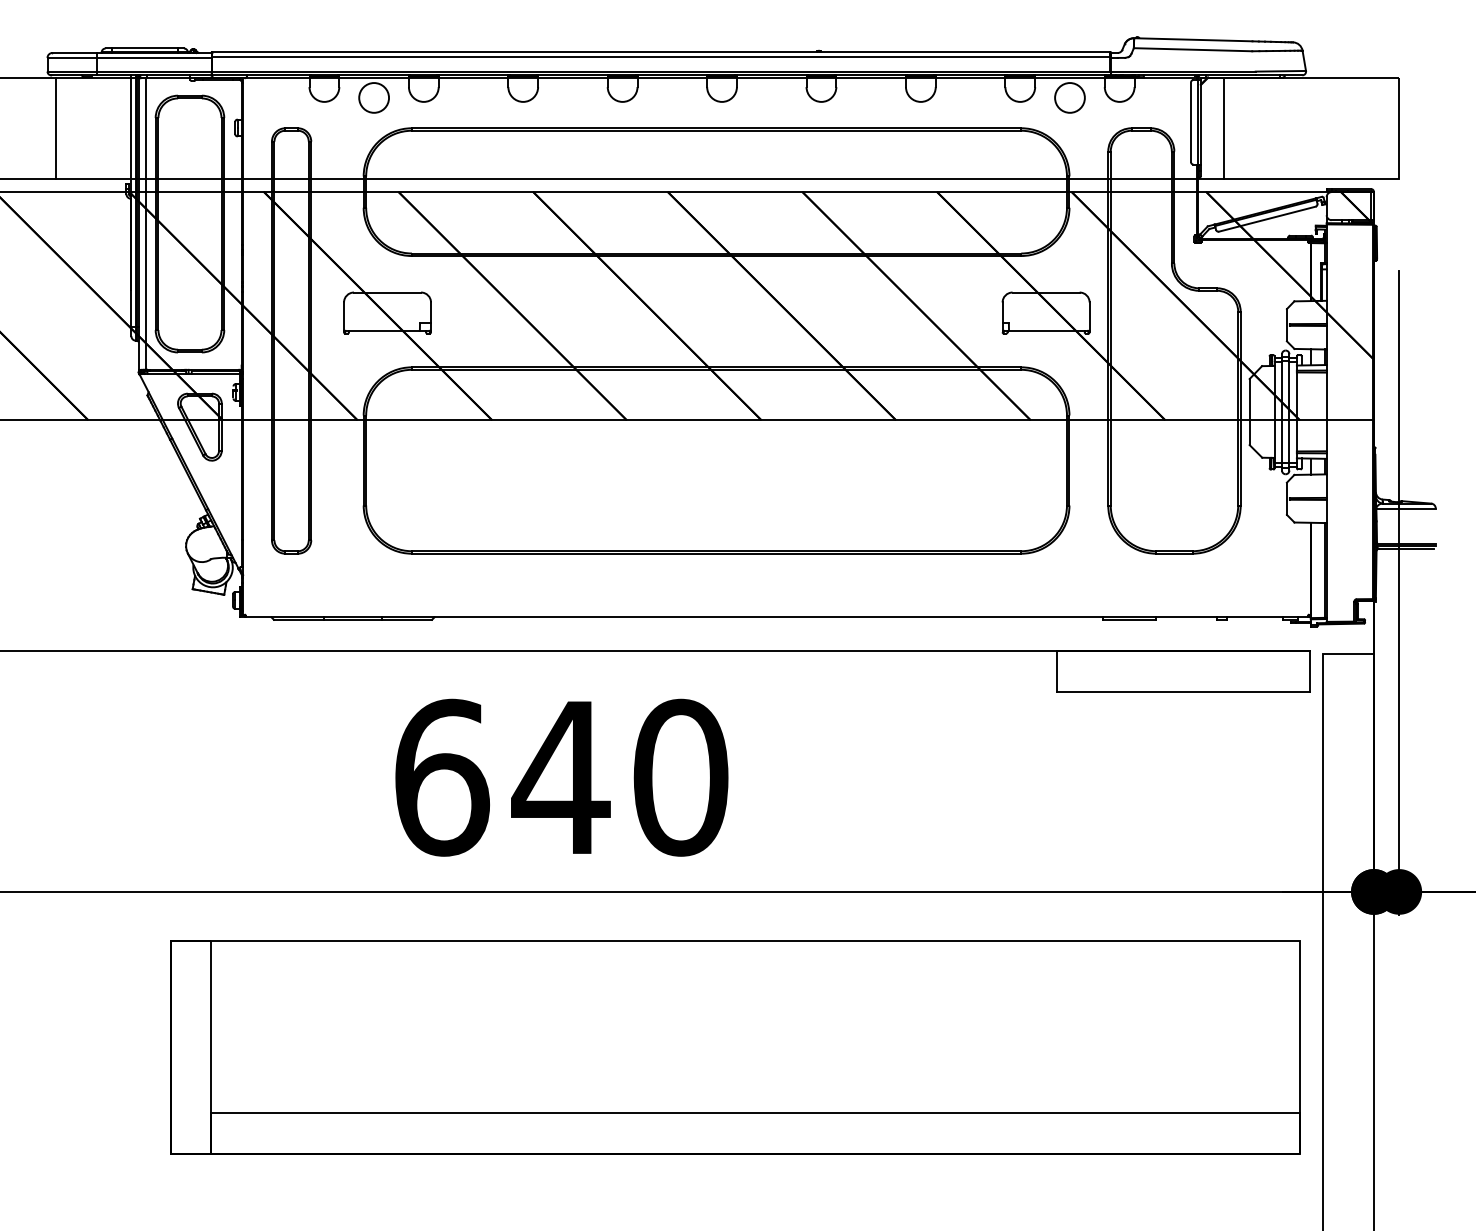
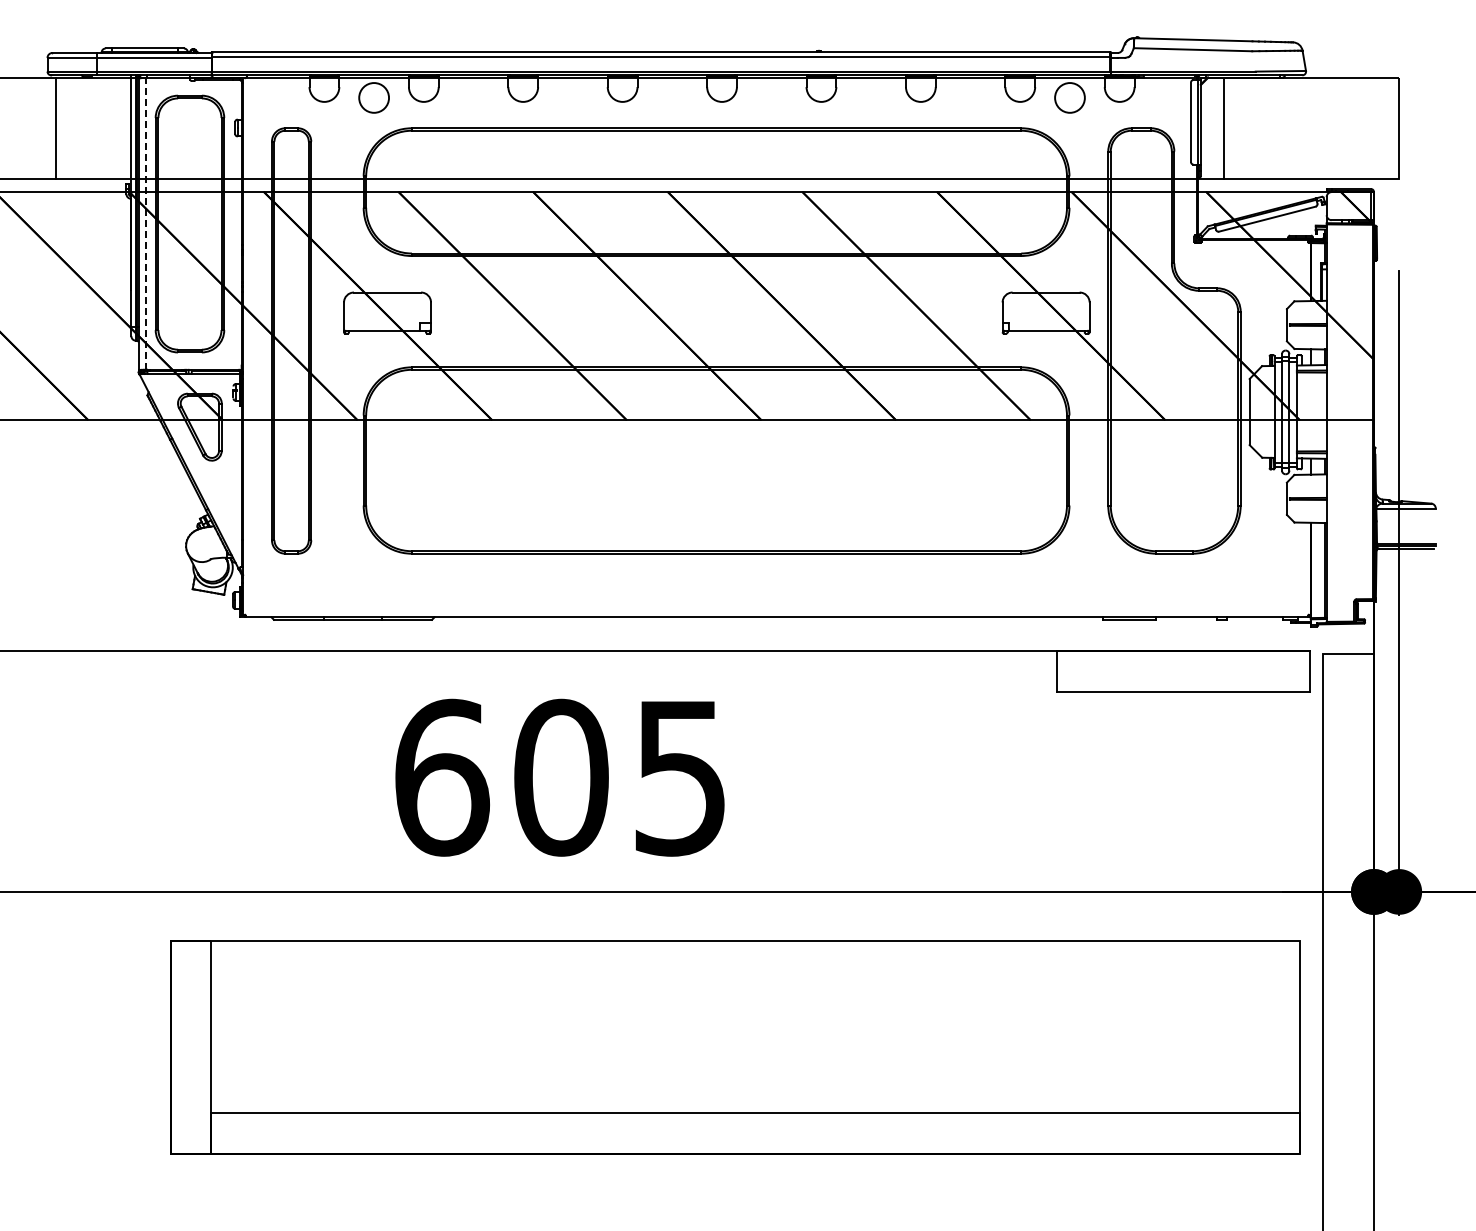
line at (146, 224): solid -> dashed
text at (619, 777): 640 -> 605
